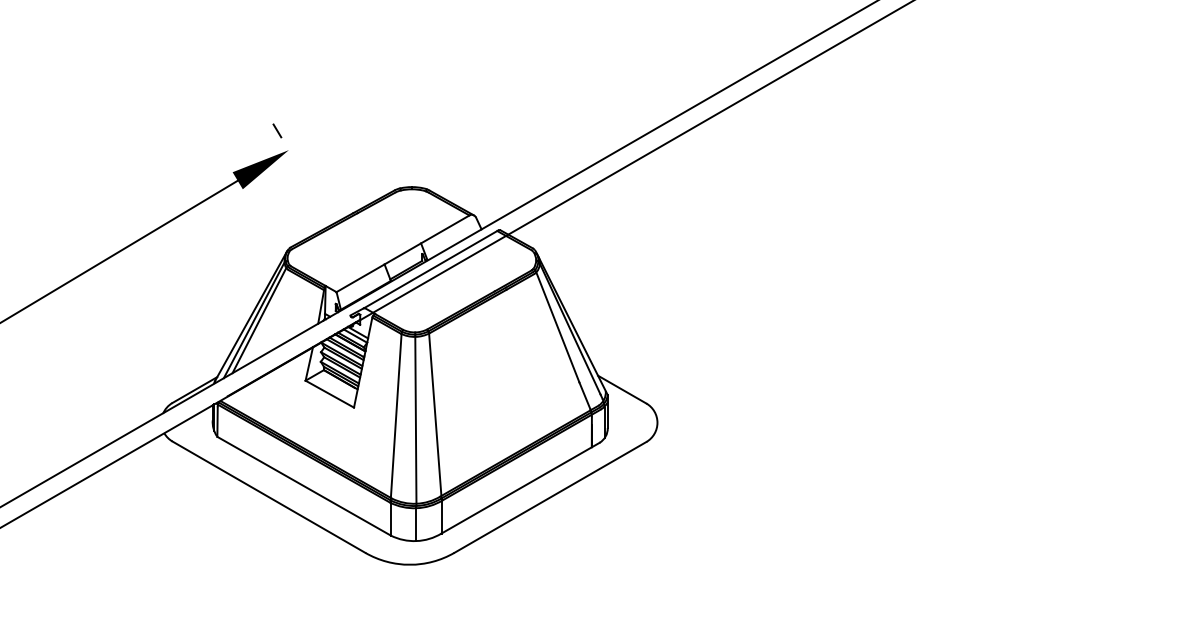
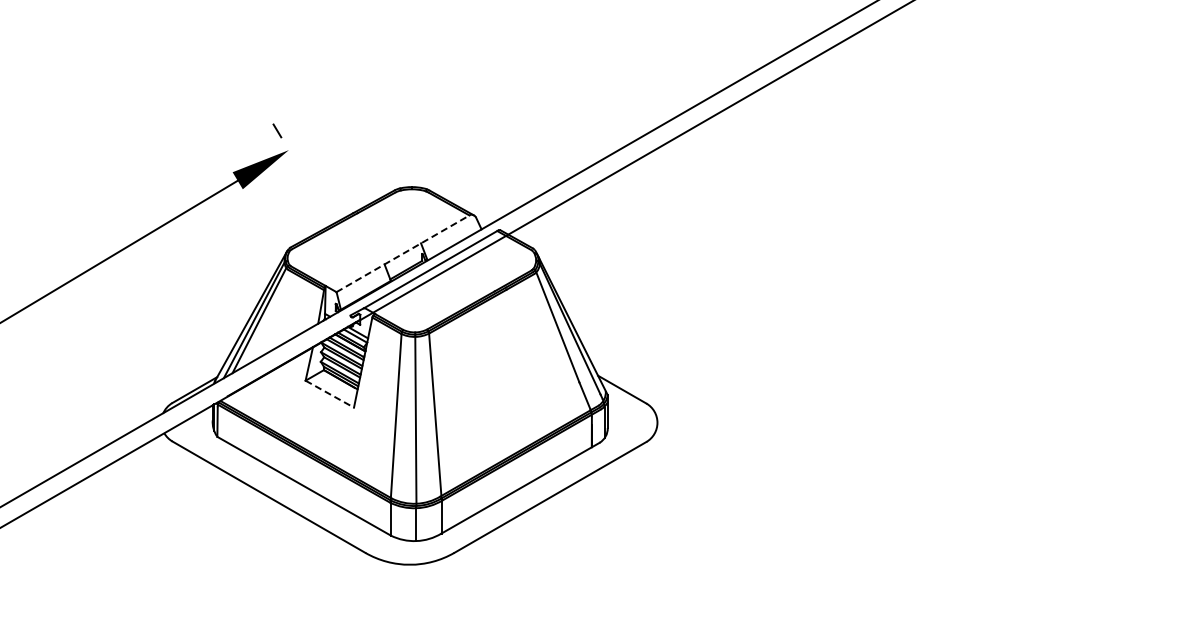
line at (403, 253): solid -> dashed
line at (329, 394): solid -> dashed
